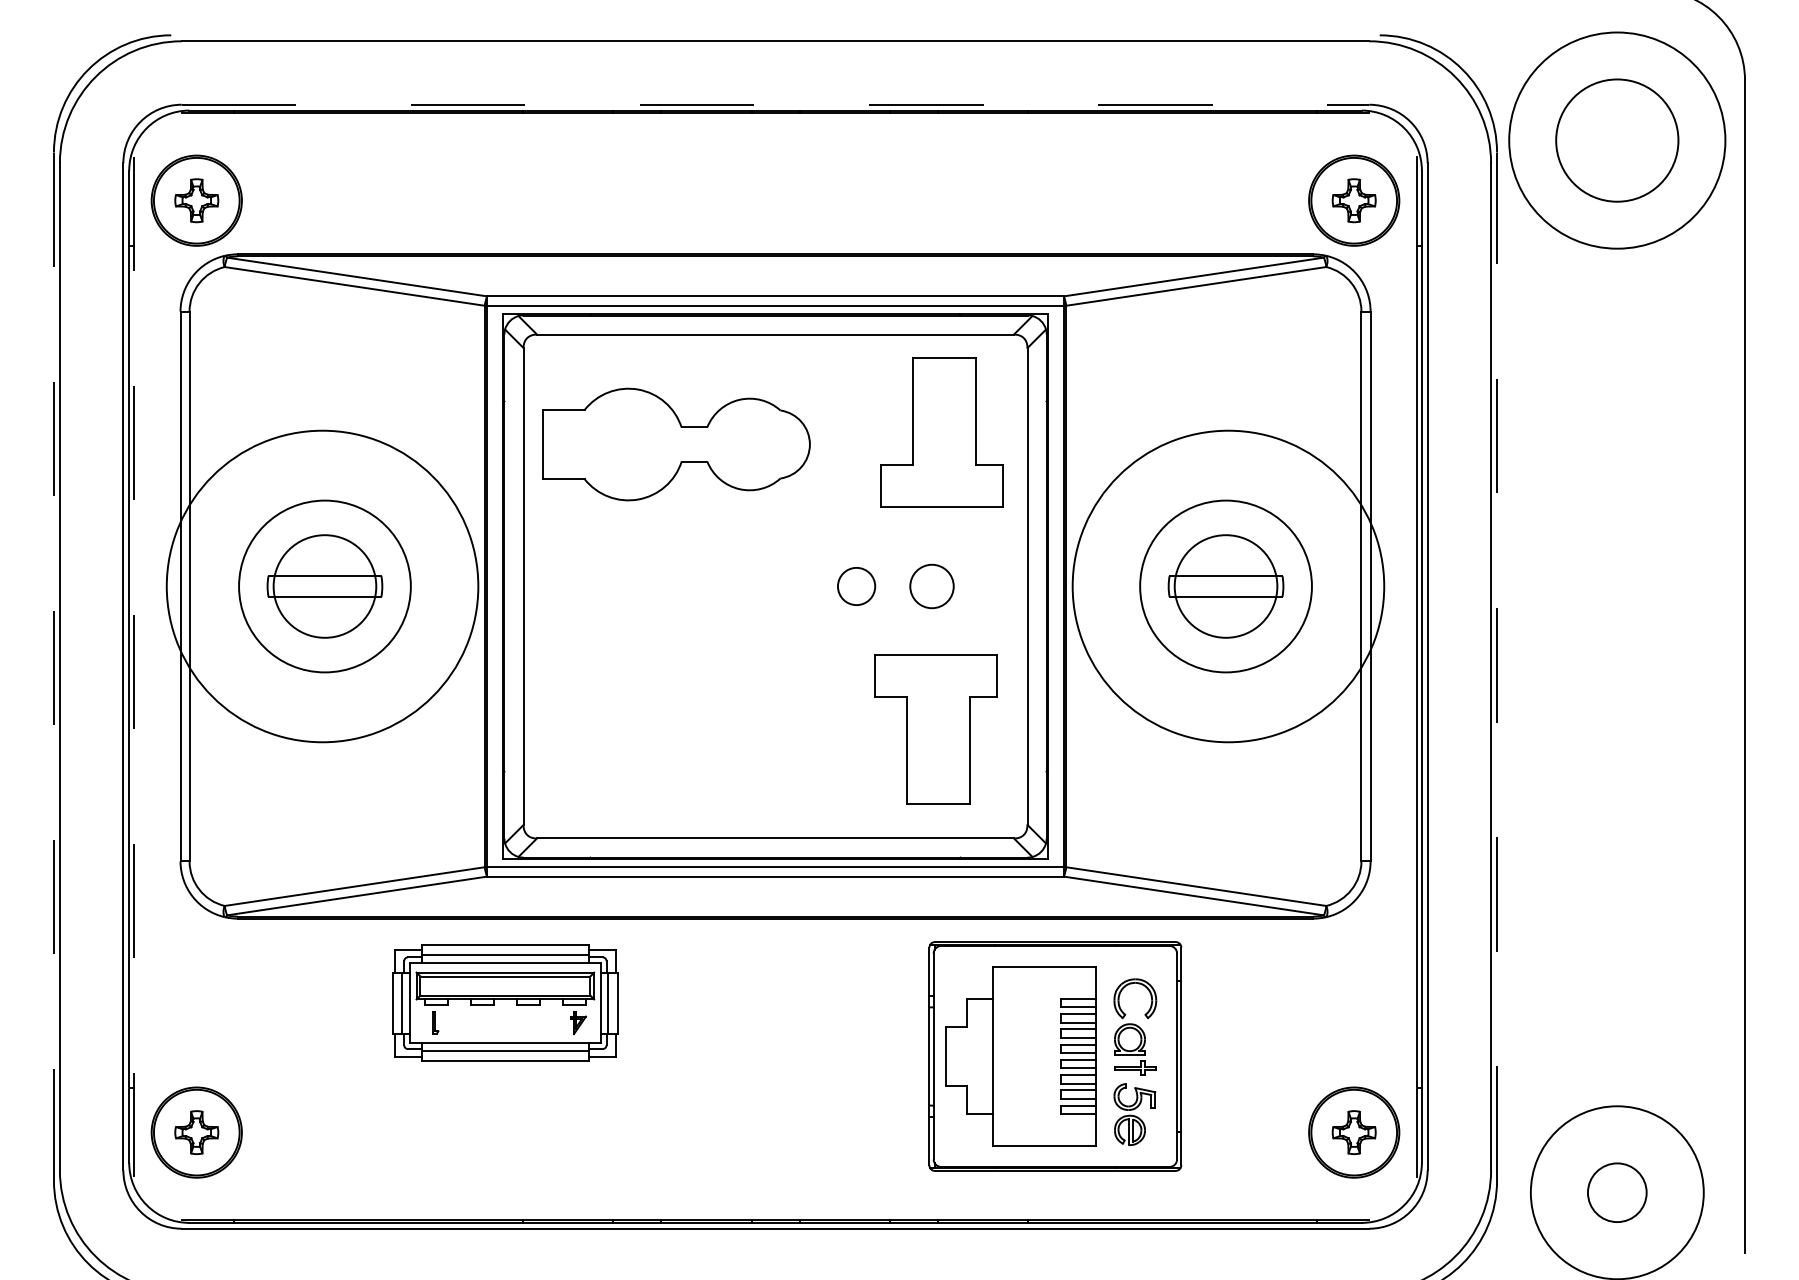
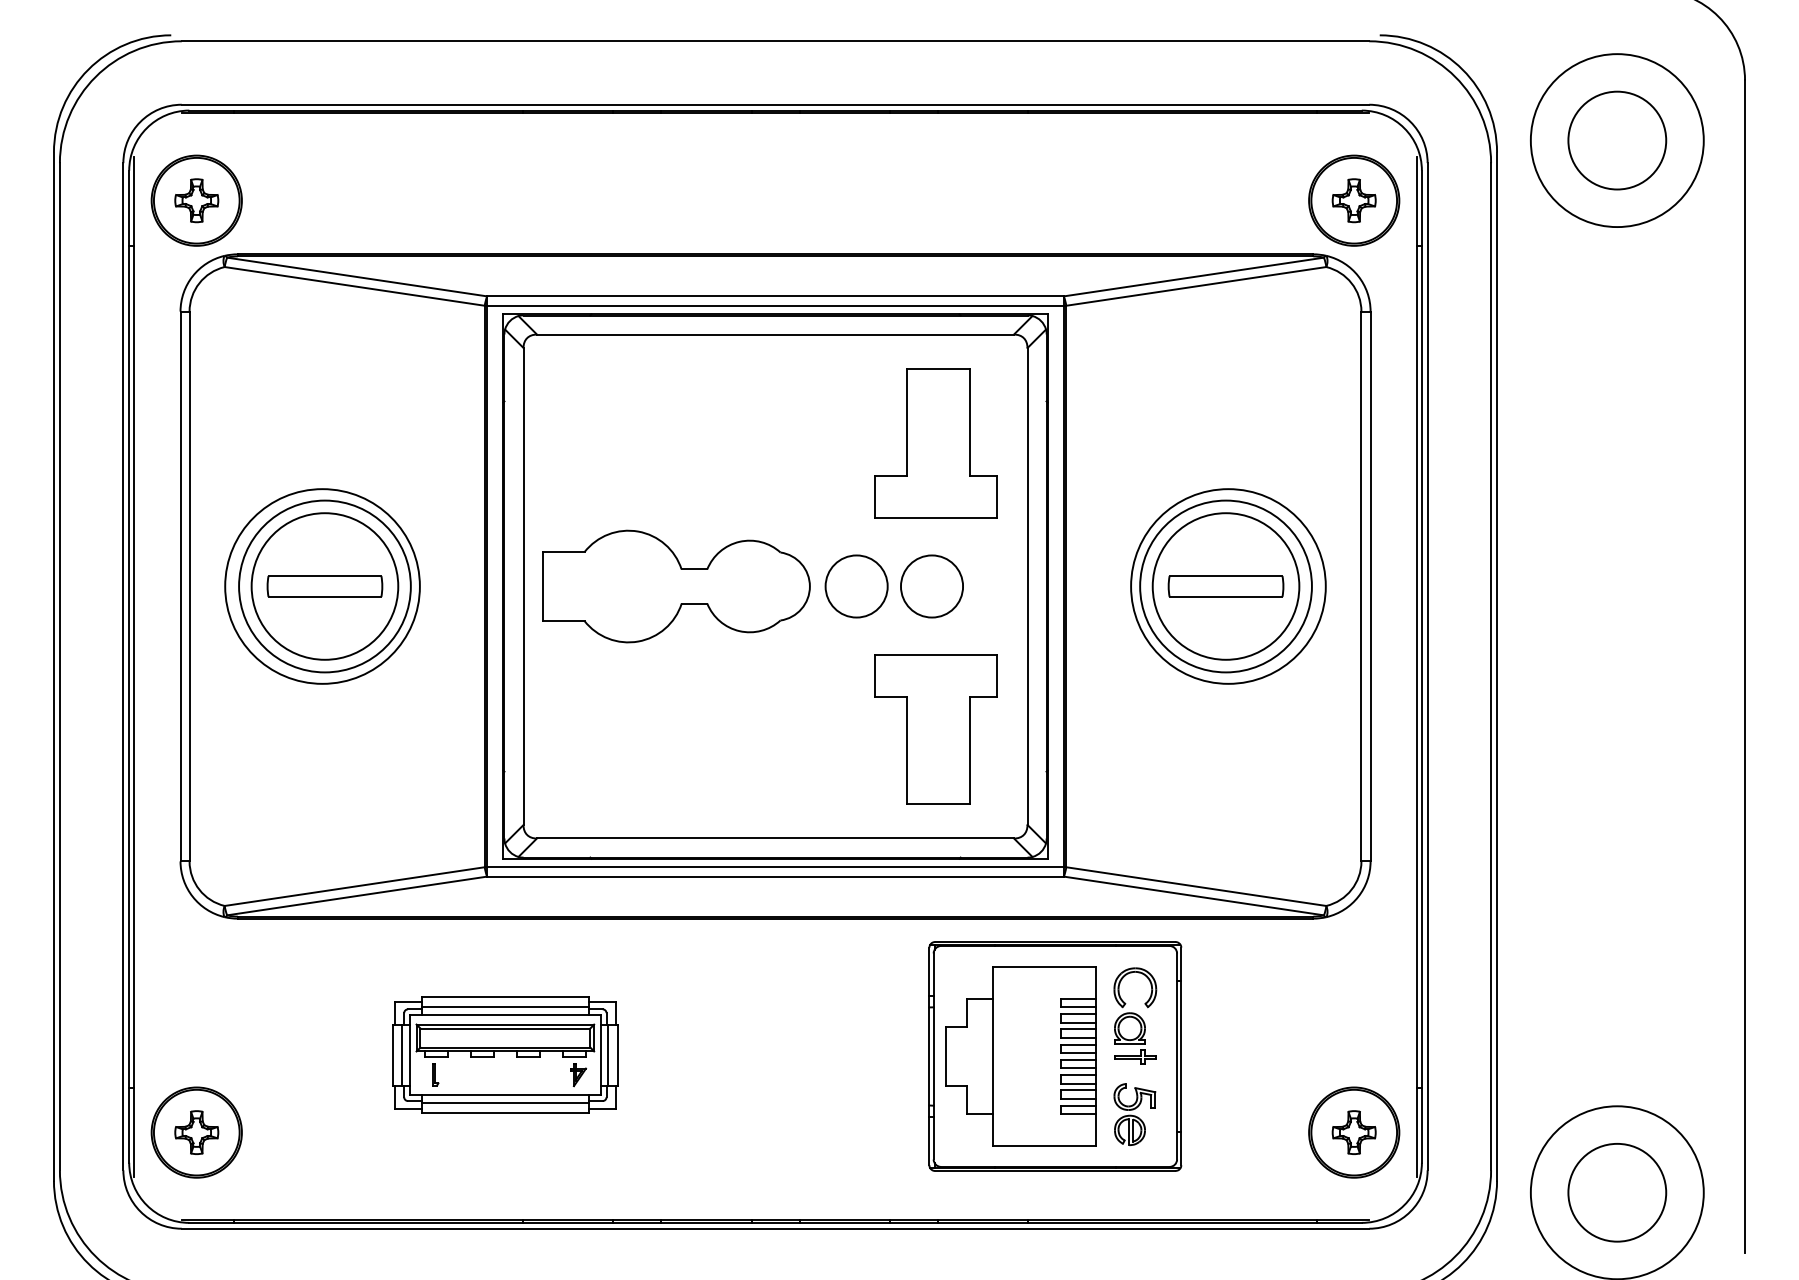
line at (775, 104): dashed -> solid
circle at (1617, 140) diameter: 122 px -> 98 px
circle at (1617, 140) diameter: 216 px -> 173 px
part at (941, 432) position: (941, 432) -> (935, 443)
part at (676, 444) position: (676, 444) -> (676, 586)
circle at (322, 586) diameter: 312 px -> 195 px
circle at (324, 586) diameter: 103 px -> 147 px
circle at (856, 586) size: 40x39 px -> 65x65 px
circle at (931, 586) diameter: 43 px -> 62 px
circle at (1225, 586) diameter: 103 px -> 147 px
circle at (1228, 586) diameter: 312 px -> 195 px
line at (1497, 666): dashed -> solid
line at (53, 667): dashed -> solid
line at (134, 667): dashed -> solid
part at (505, 1002) position: (505, 1002) -> (505, 1054)
part at (1135, 1026) position: (1135, 1026) -> (1135, 1015)
circle at (1616, 1192) diameter: 59 px -> 98 px
